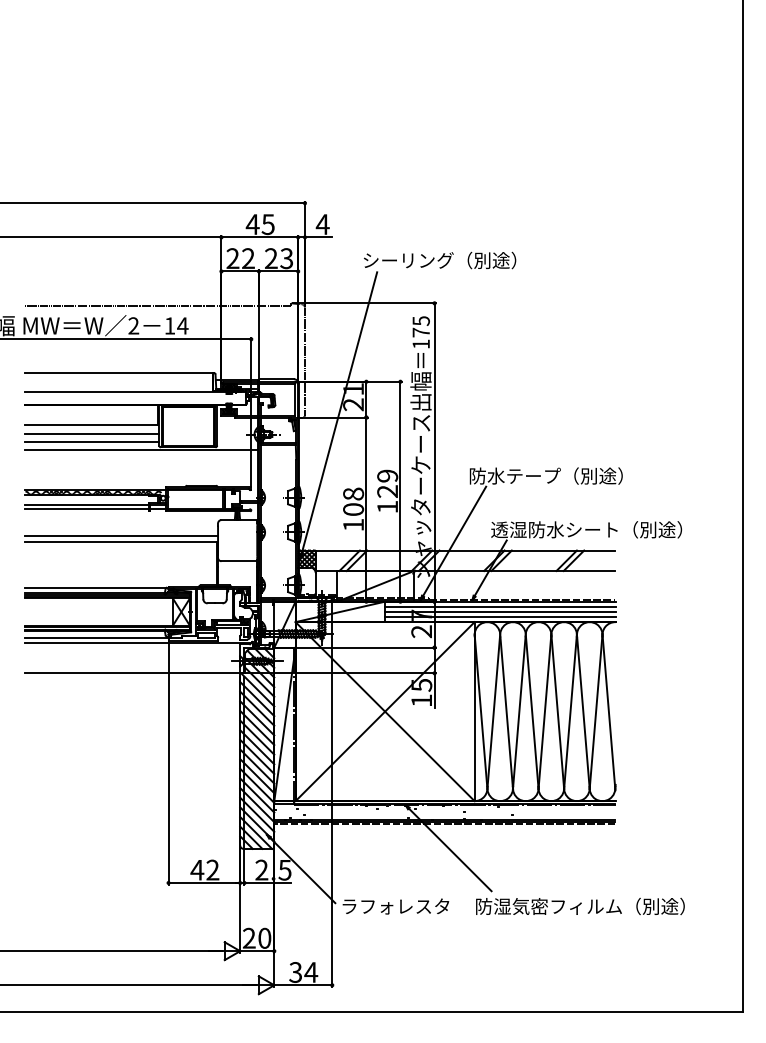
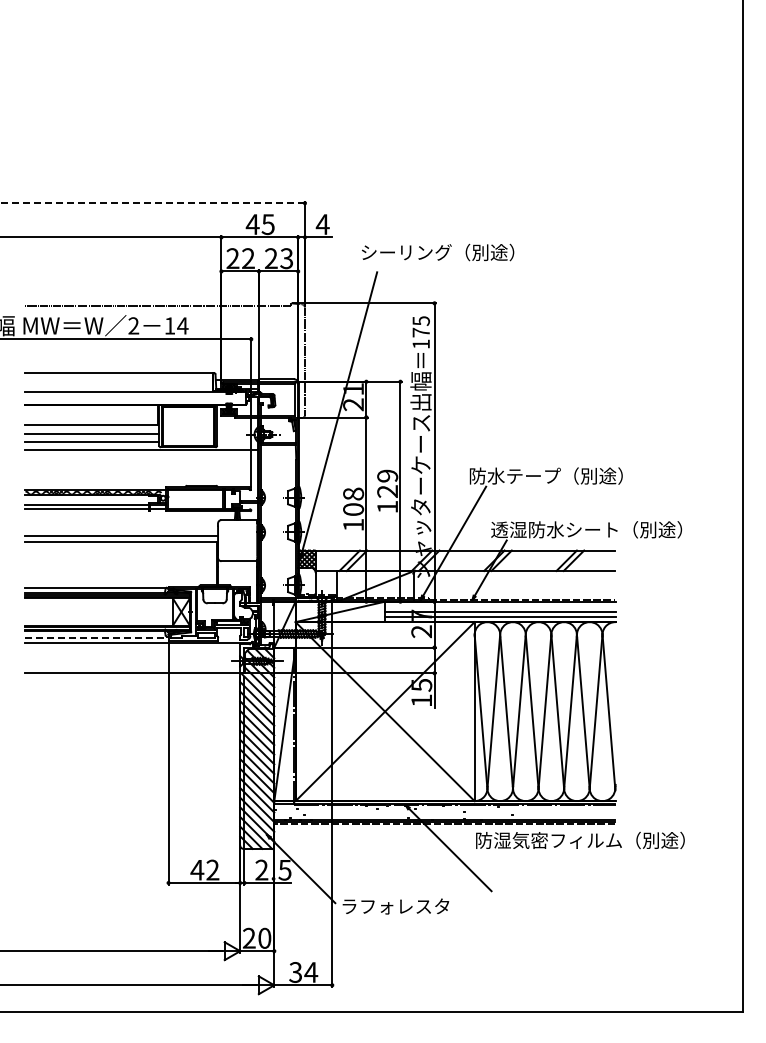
line at (152, 203): solid -> dashed
text at (440, 260) position: (440, 260) -> (438, 252)
line at (500, 606): present -> none
line at (97, 638): solid -> dashed
text at (580, 906) position: (580, 906) -> (580, 840)
